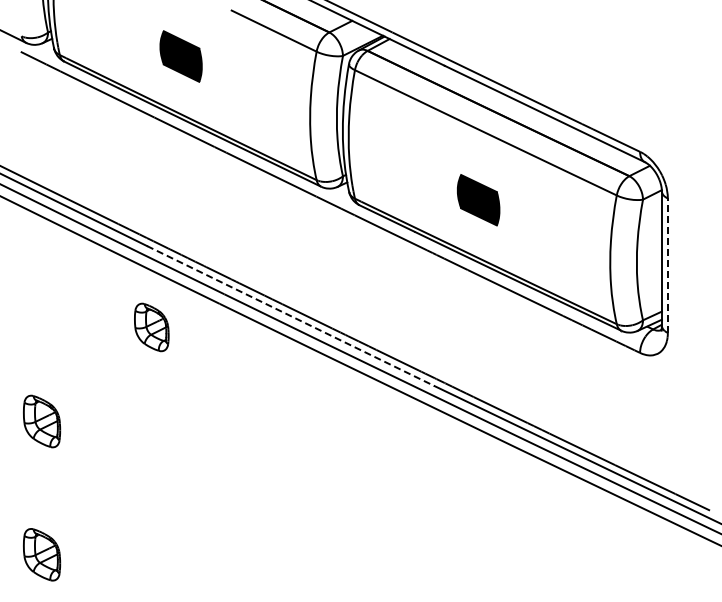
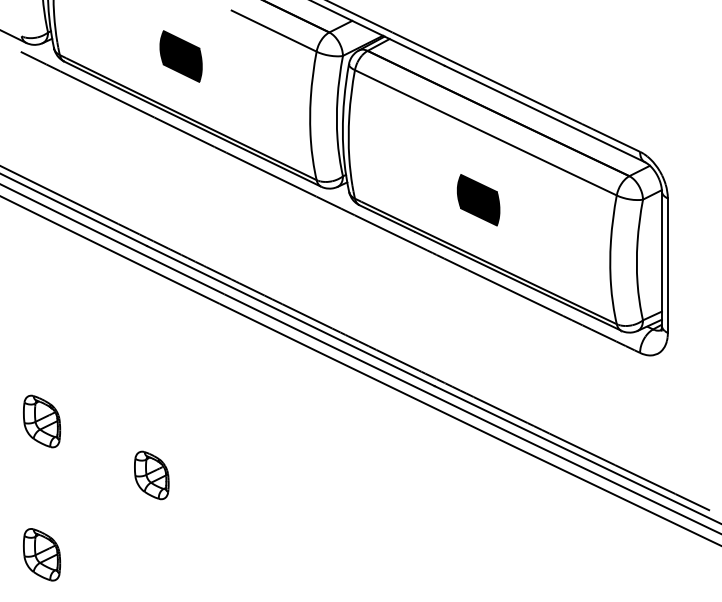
line at (667, 265): dashed -> solid
line at (290, 316): dashed -> solid
part at (151, 327) position: (151, 327) -> (151, 475)
